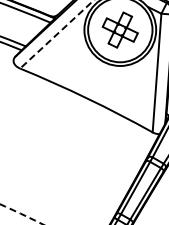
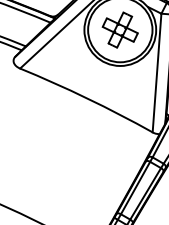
line at (56, 34): dashed -> solid
arc at (21, 214): dashed -> solid
